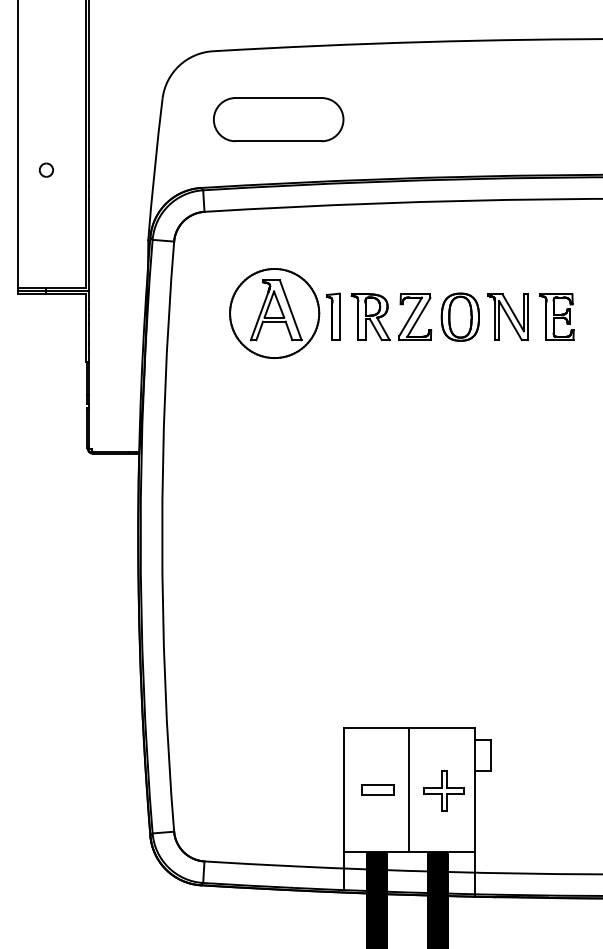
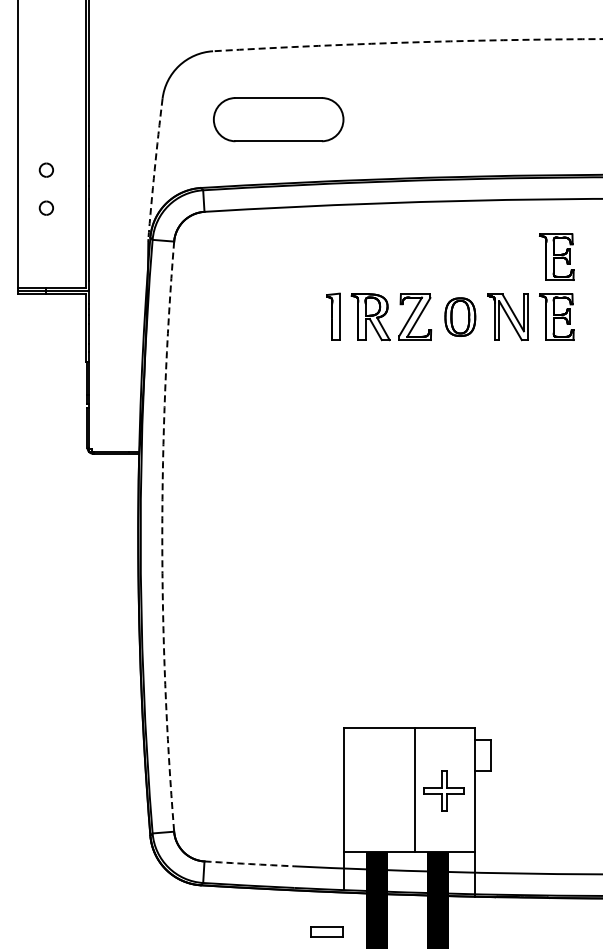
arc at (408, 42): solid -> dashed
arc at (154, 169): solid -> dashed
part at (45, 207): none -> present
part at (556, 256): none -> present
part at (274, 313): present -> none
part at (459, 316) size: 40x50 px -> 33x40 px
arc at (162, 536): solid -> dashed
part at (377, 789) position: (377, 789) -> (326, 931)
line at (409, 790) position: (409, 790) -> (415, 790)
arc at (249, 864): solid -> dashed
